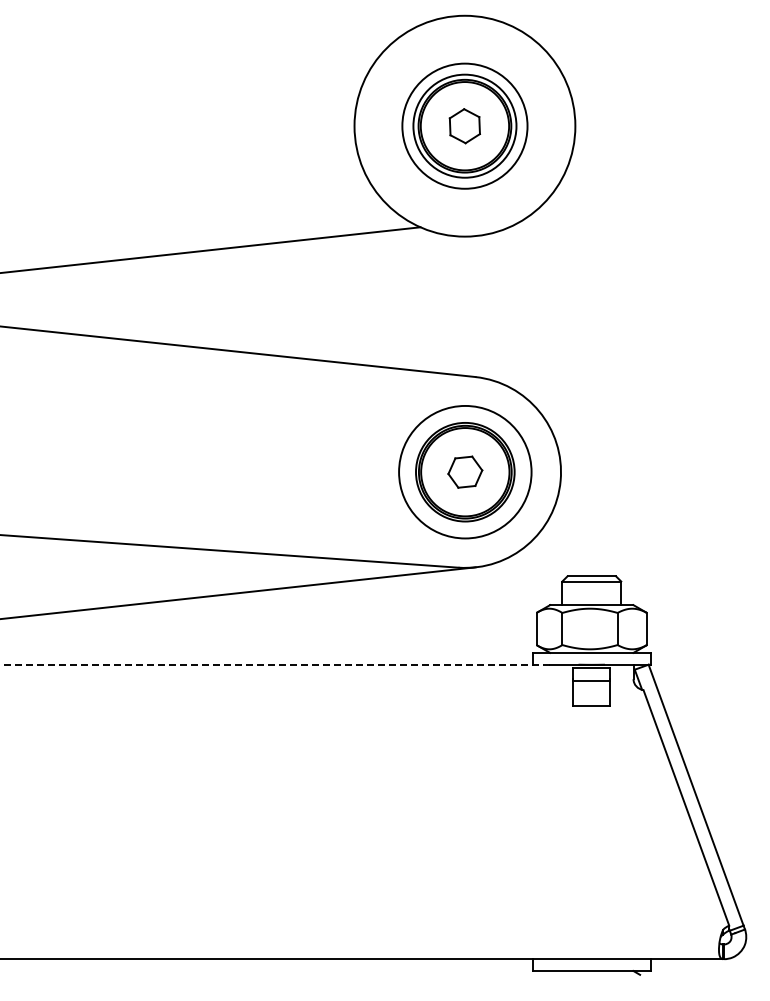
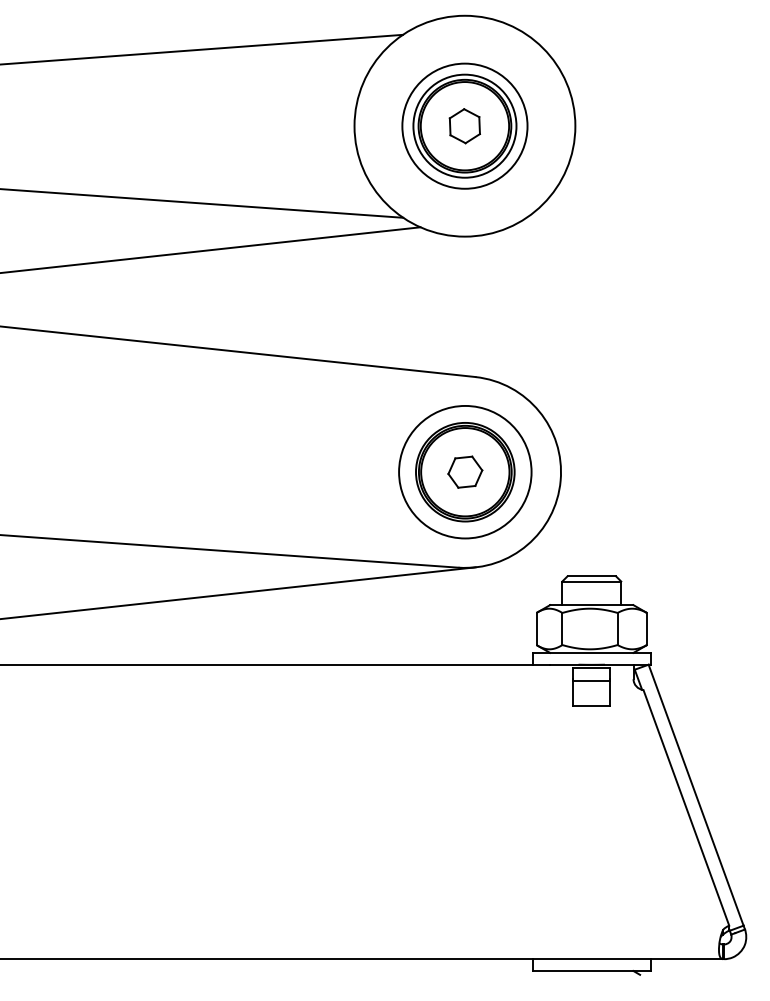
line at (202, 49): none -> present
line at (202, 203): none -> present
line at (274, 664): dashed -> solid
